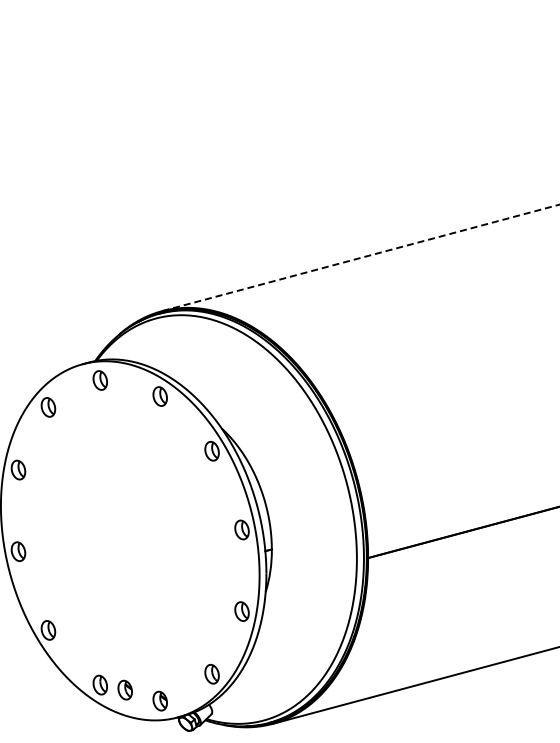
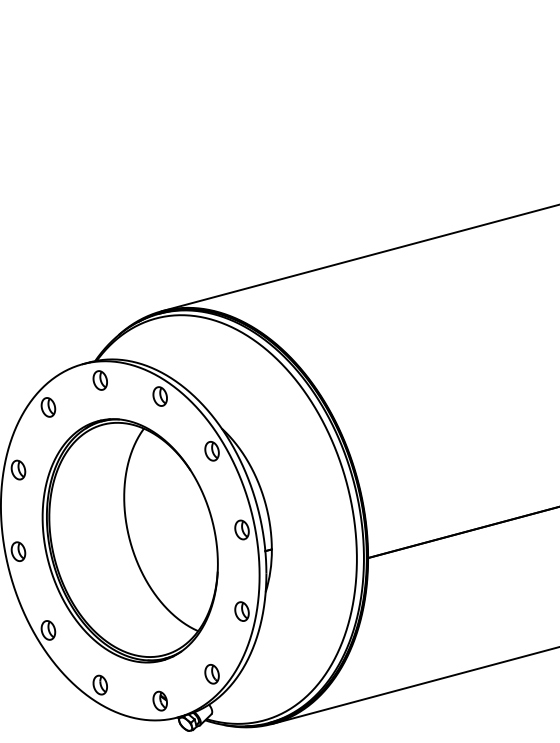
line at (360, 257): dashed -> solid
part at (129, 540): none -> present
part at (124, 689): present -> none
